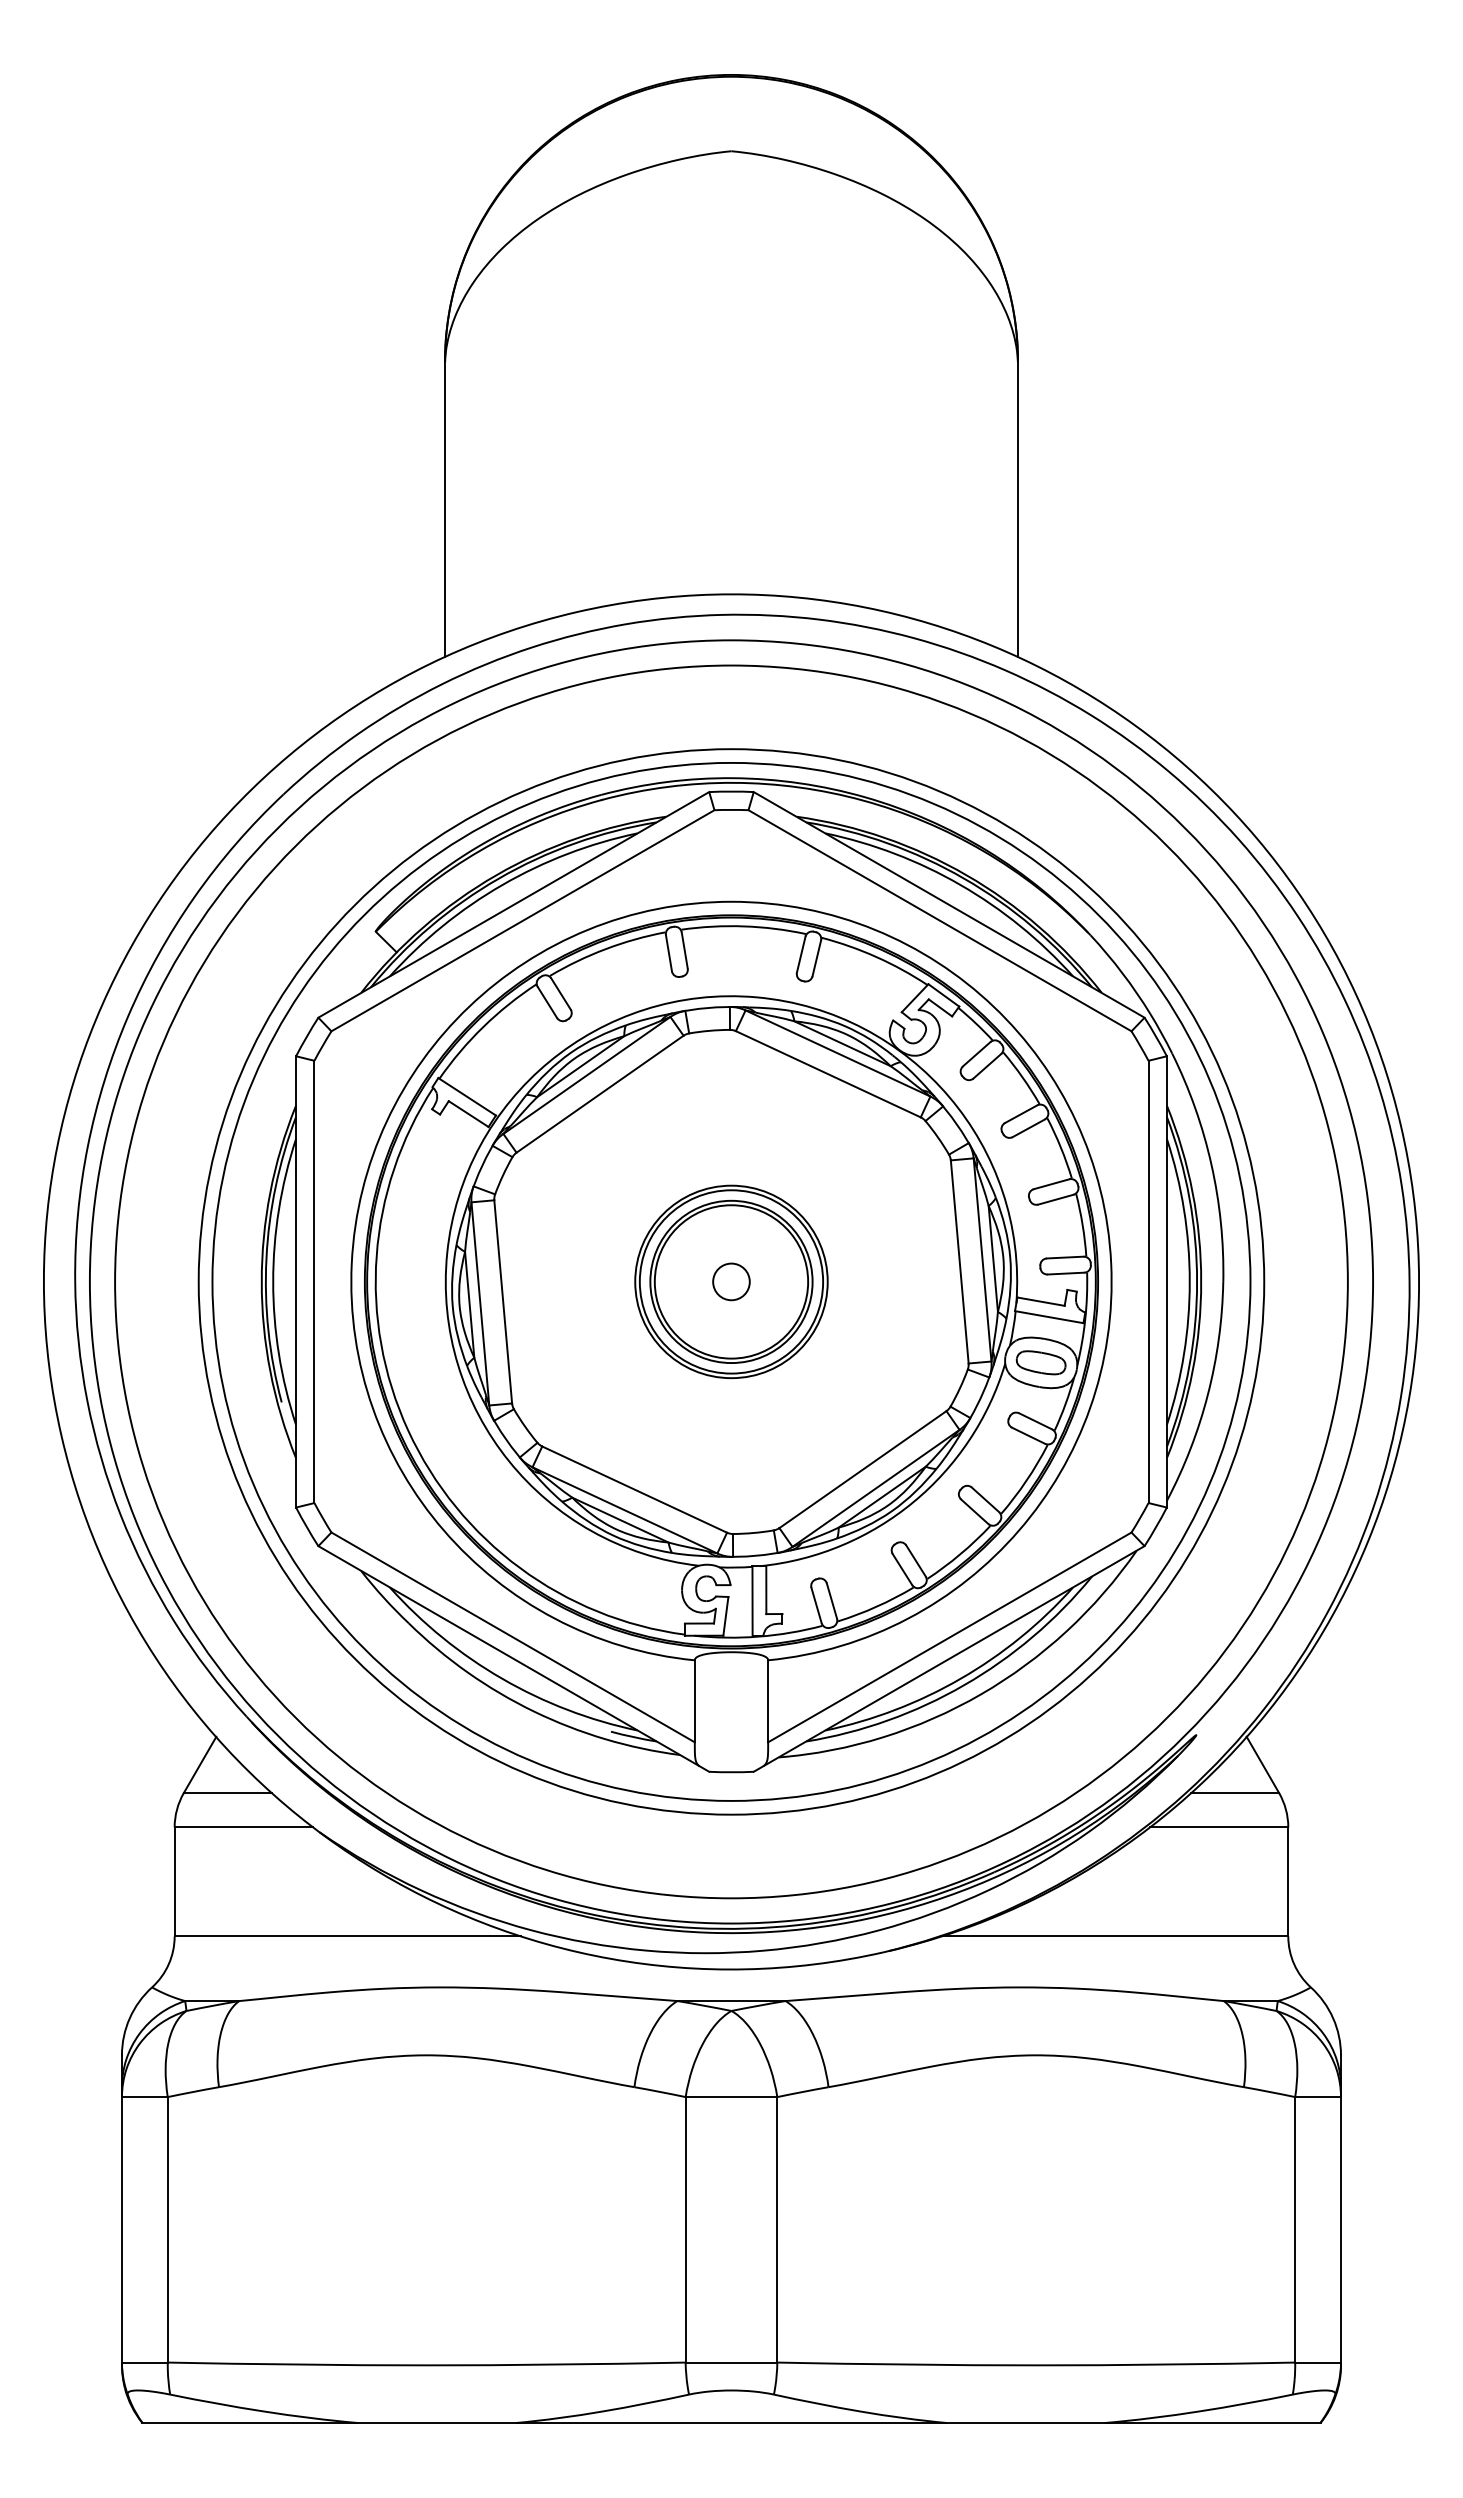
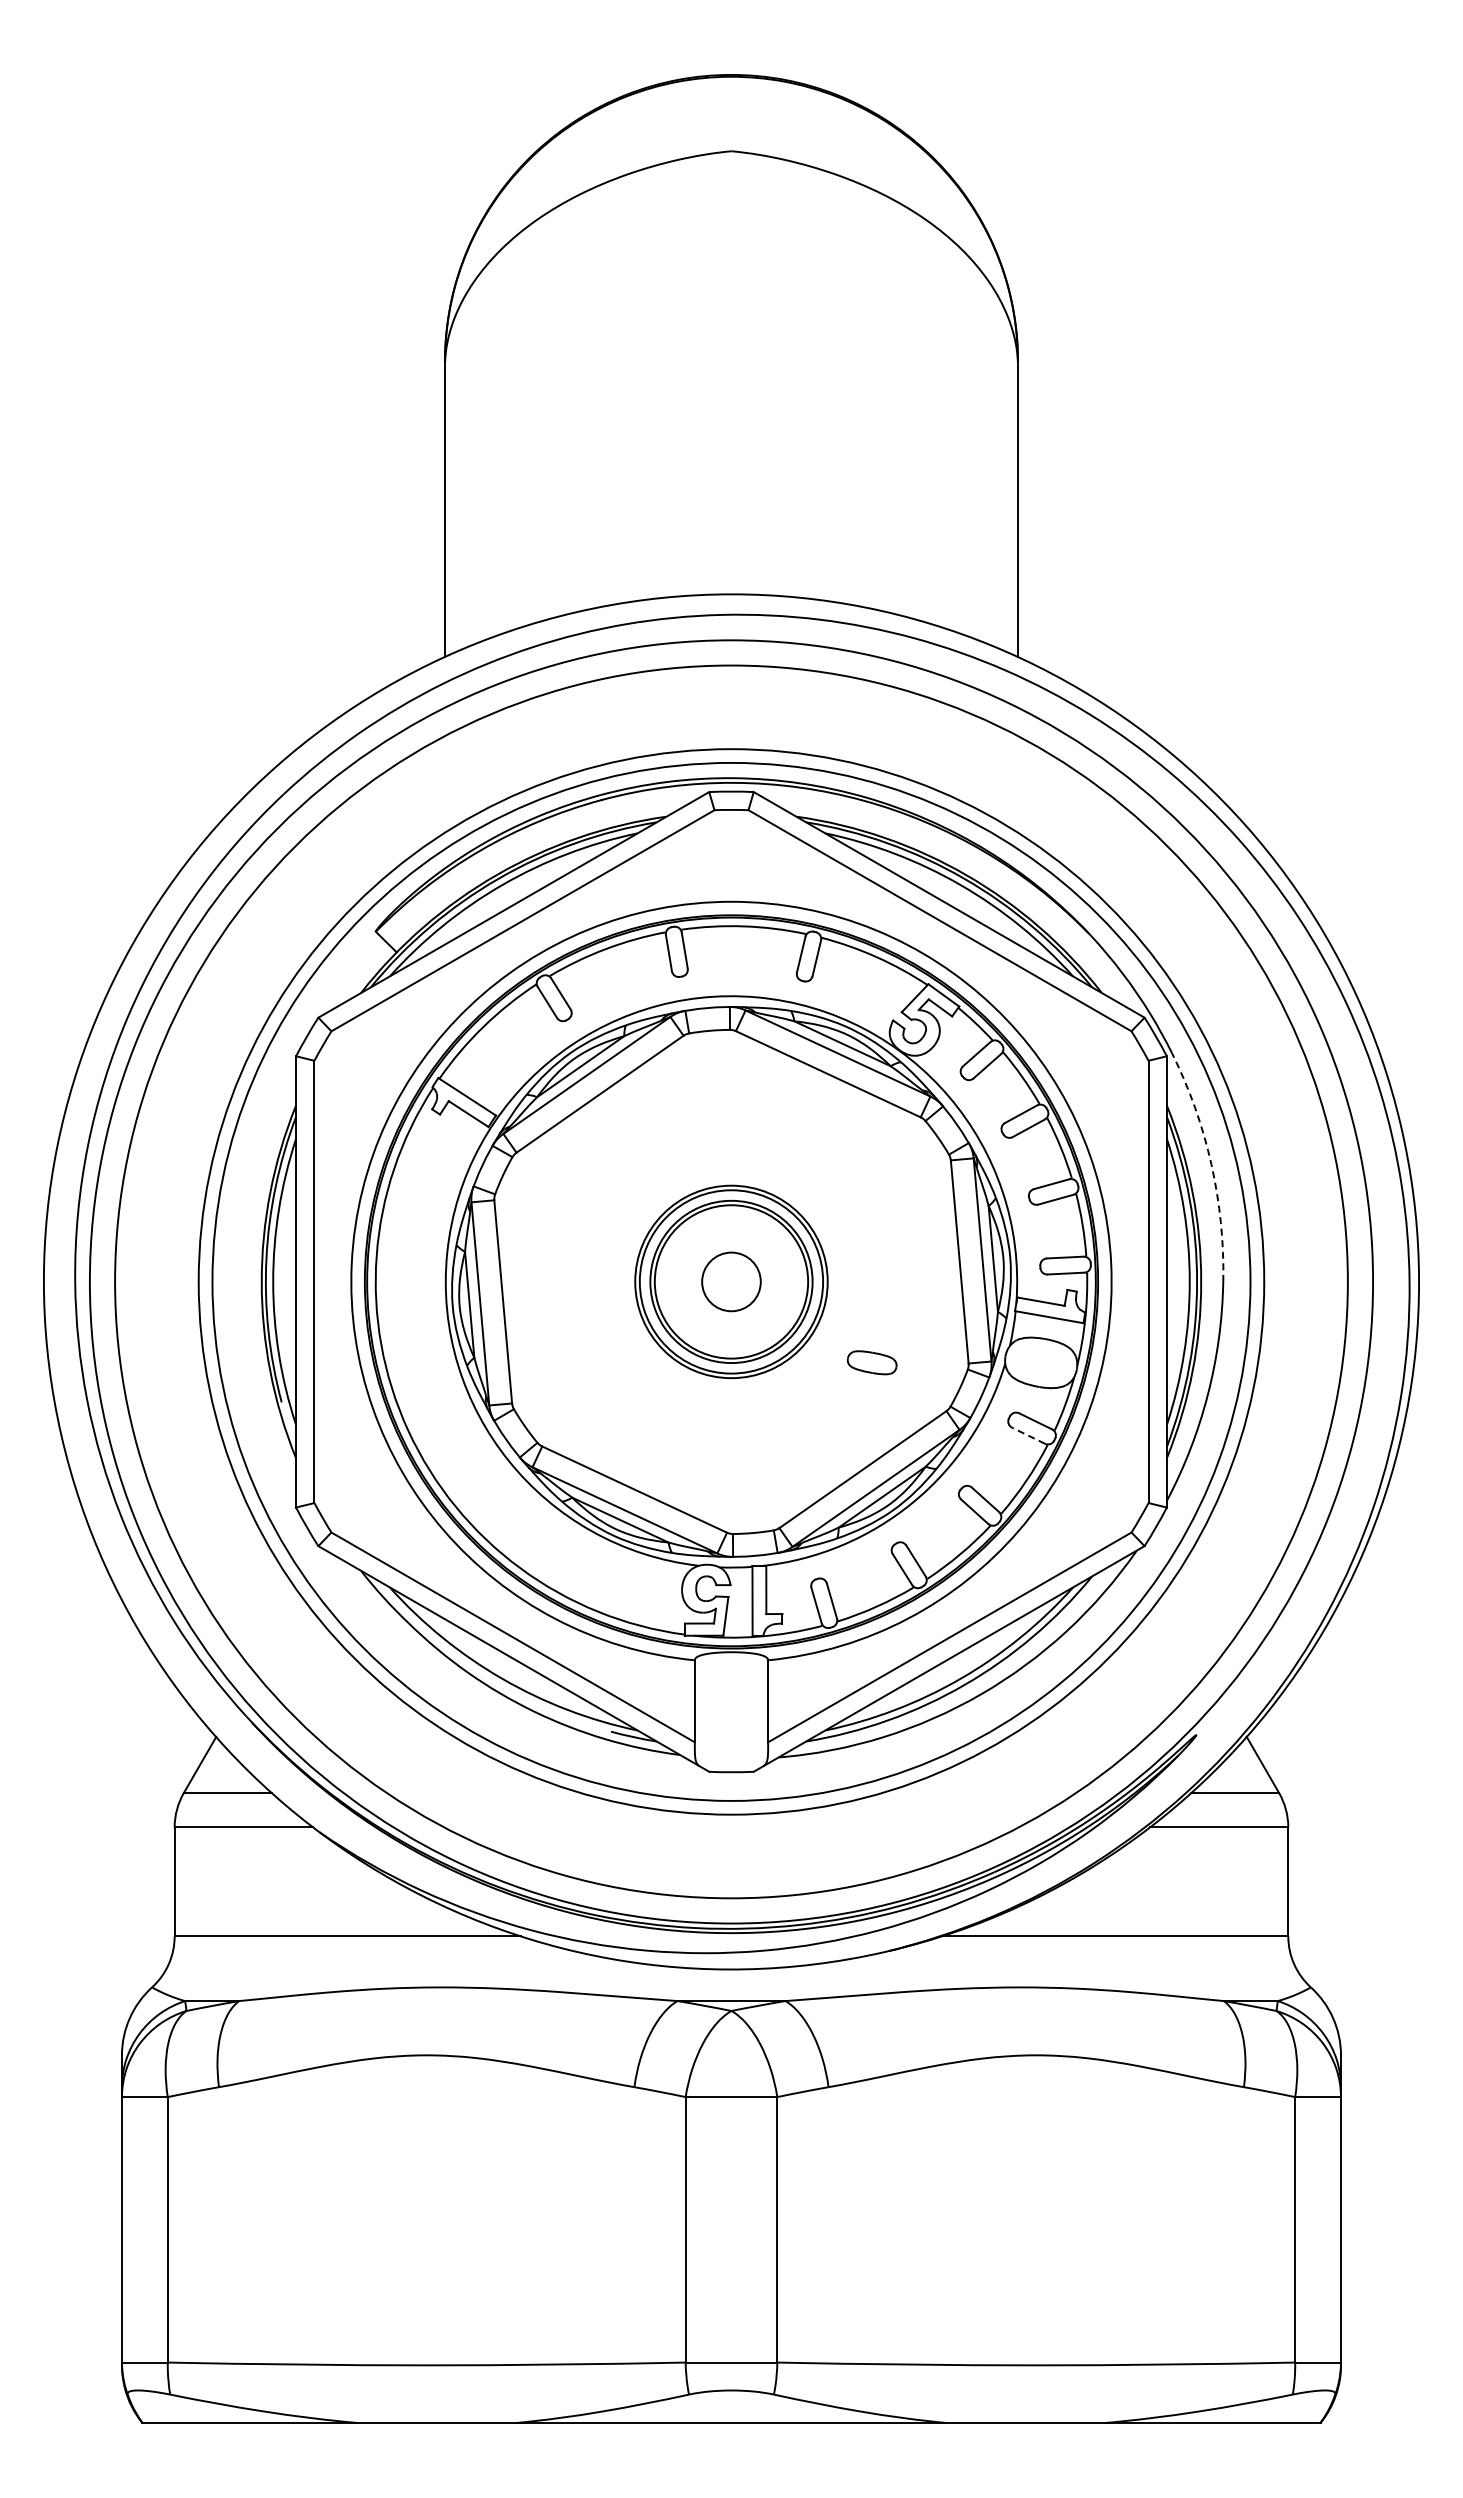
arc at (1211, 1164): solid -> dashed
circle at (731, 1281) diameter: 37 px -> 59 px
part at (1040, 1362) position: (1040, 1362) -> (871, 1362)
line at (1028, 1435): solid -> dashed
